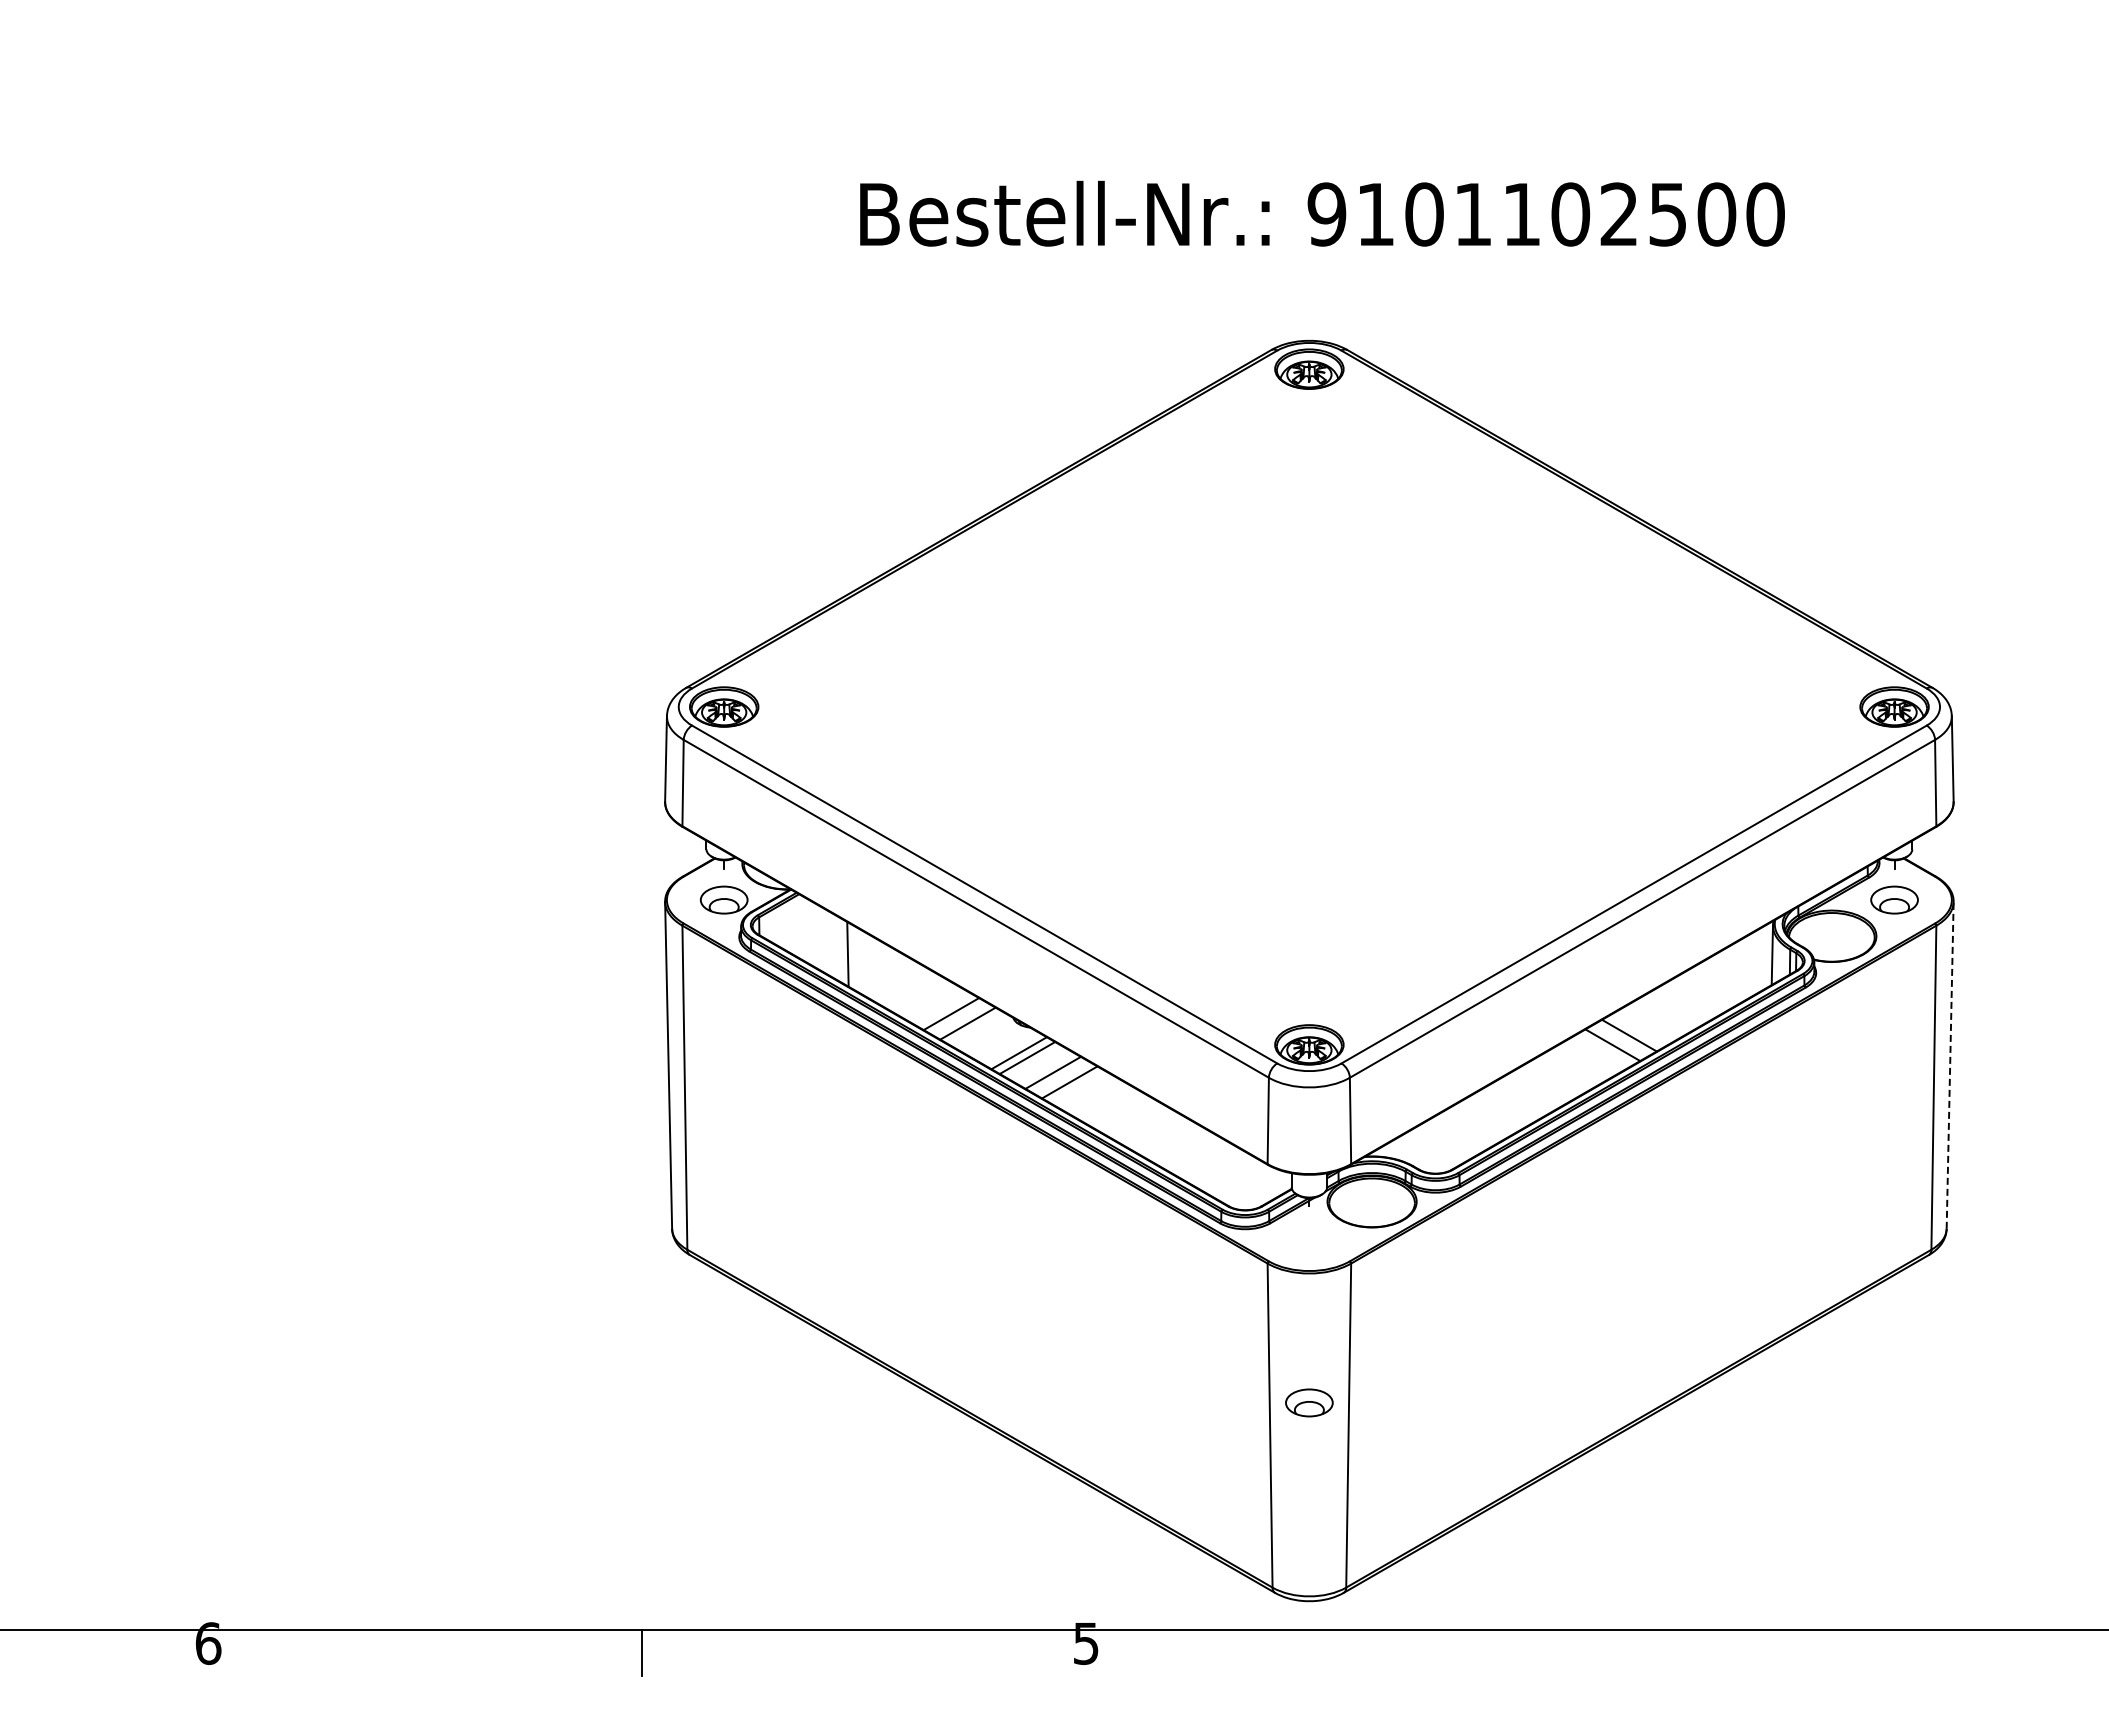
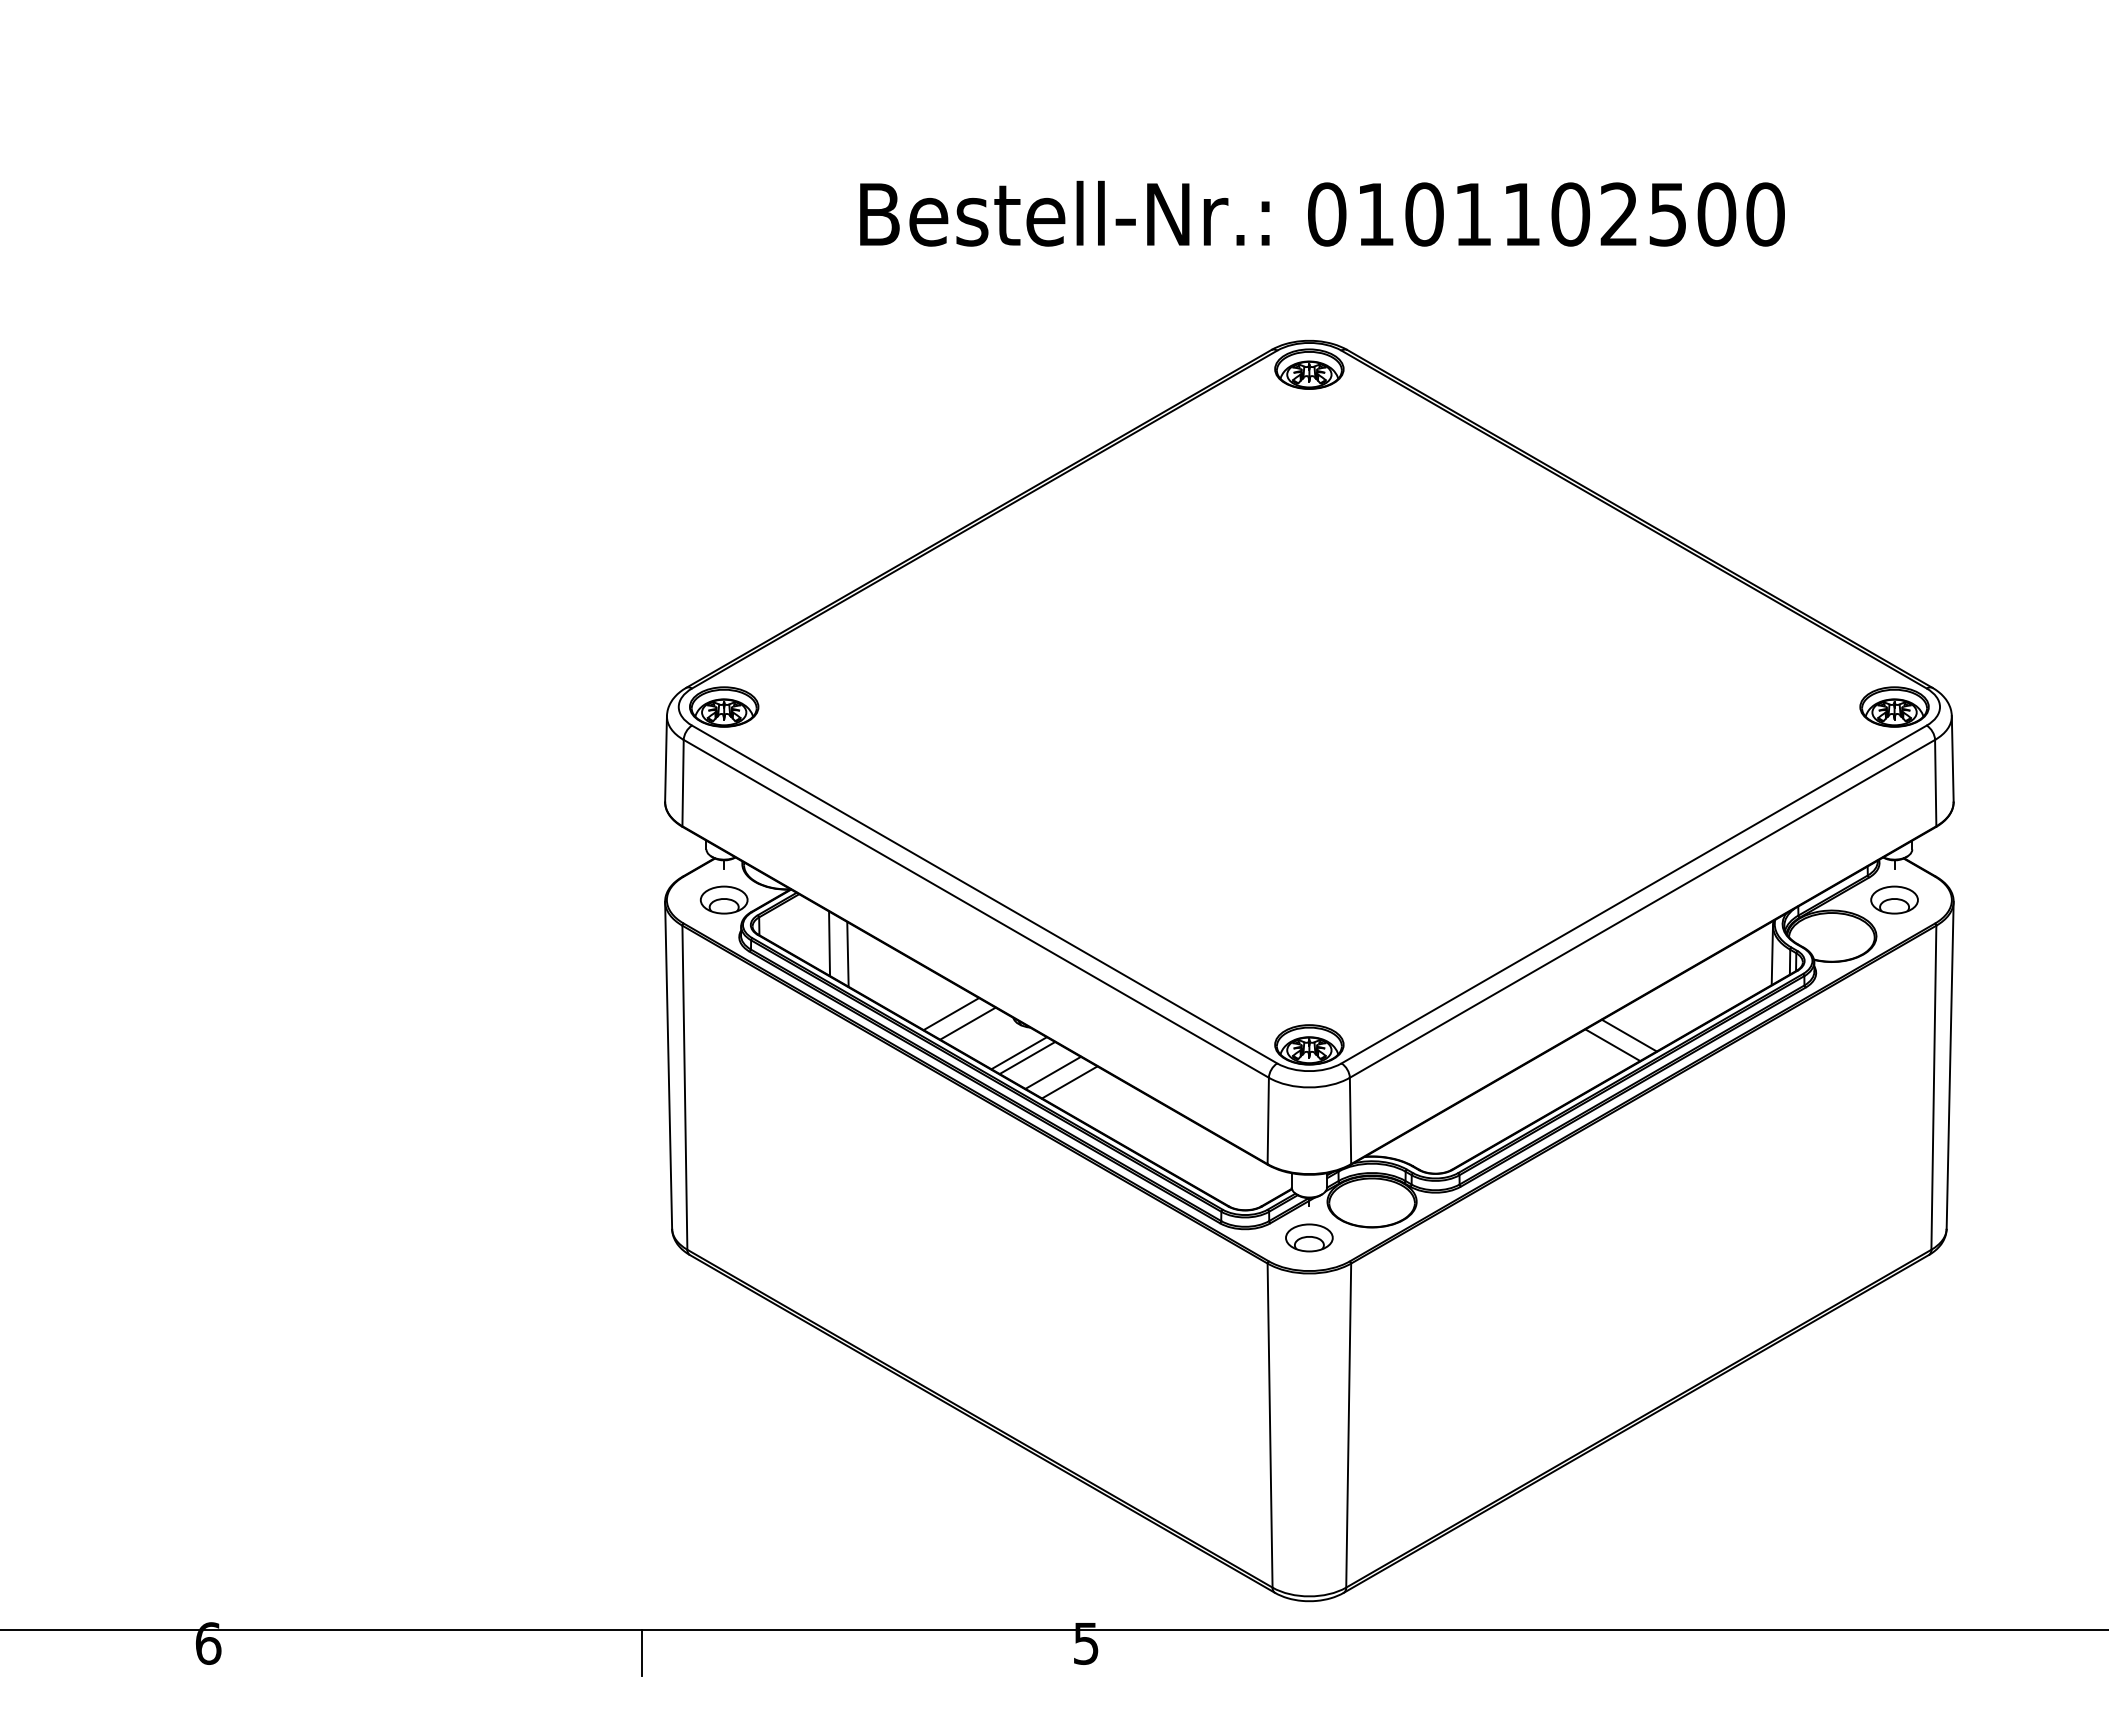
text at (1326, 214): 9101102500 -> 0101102500
line at (829, 943): none -> present
line at (1950, 1064): dashed -> solid
part at (1309, 1402) position: (1309, 1402) -> (1309, 1237)
